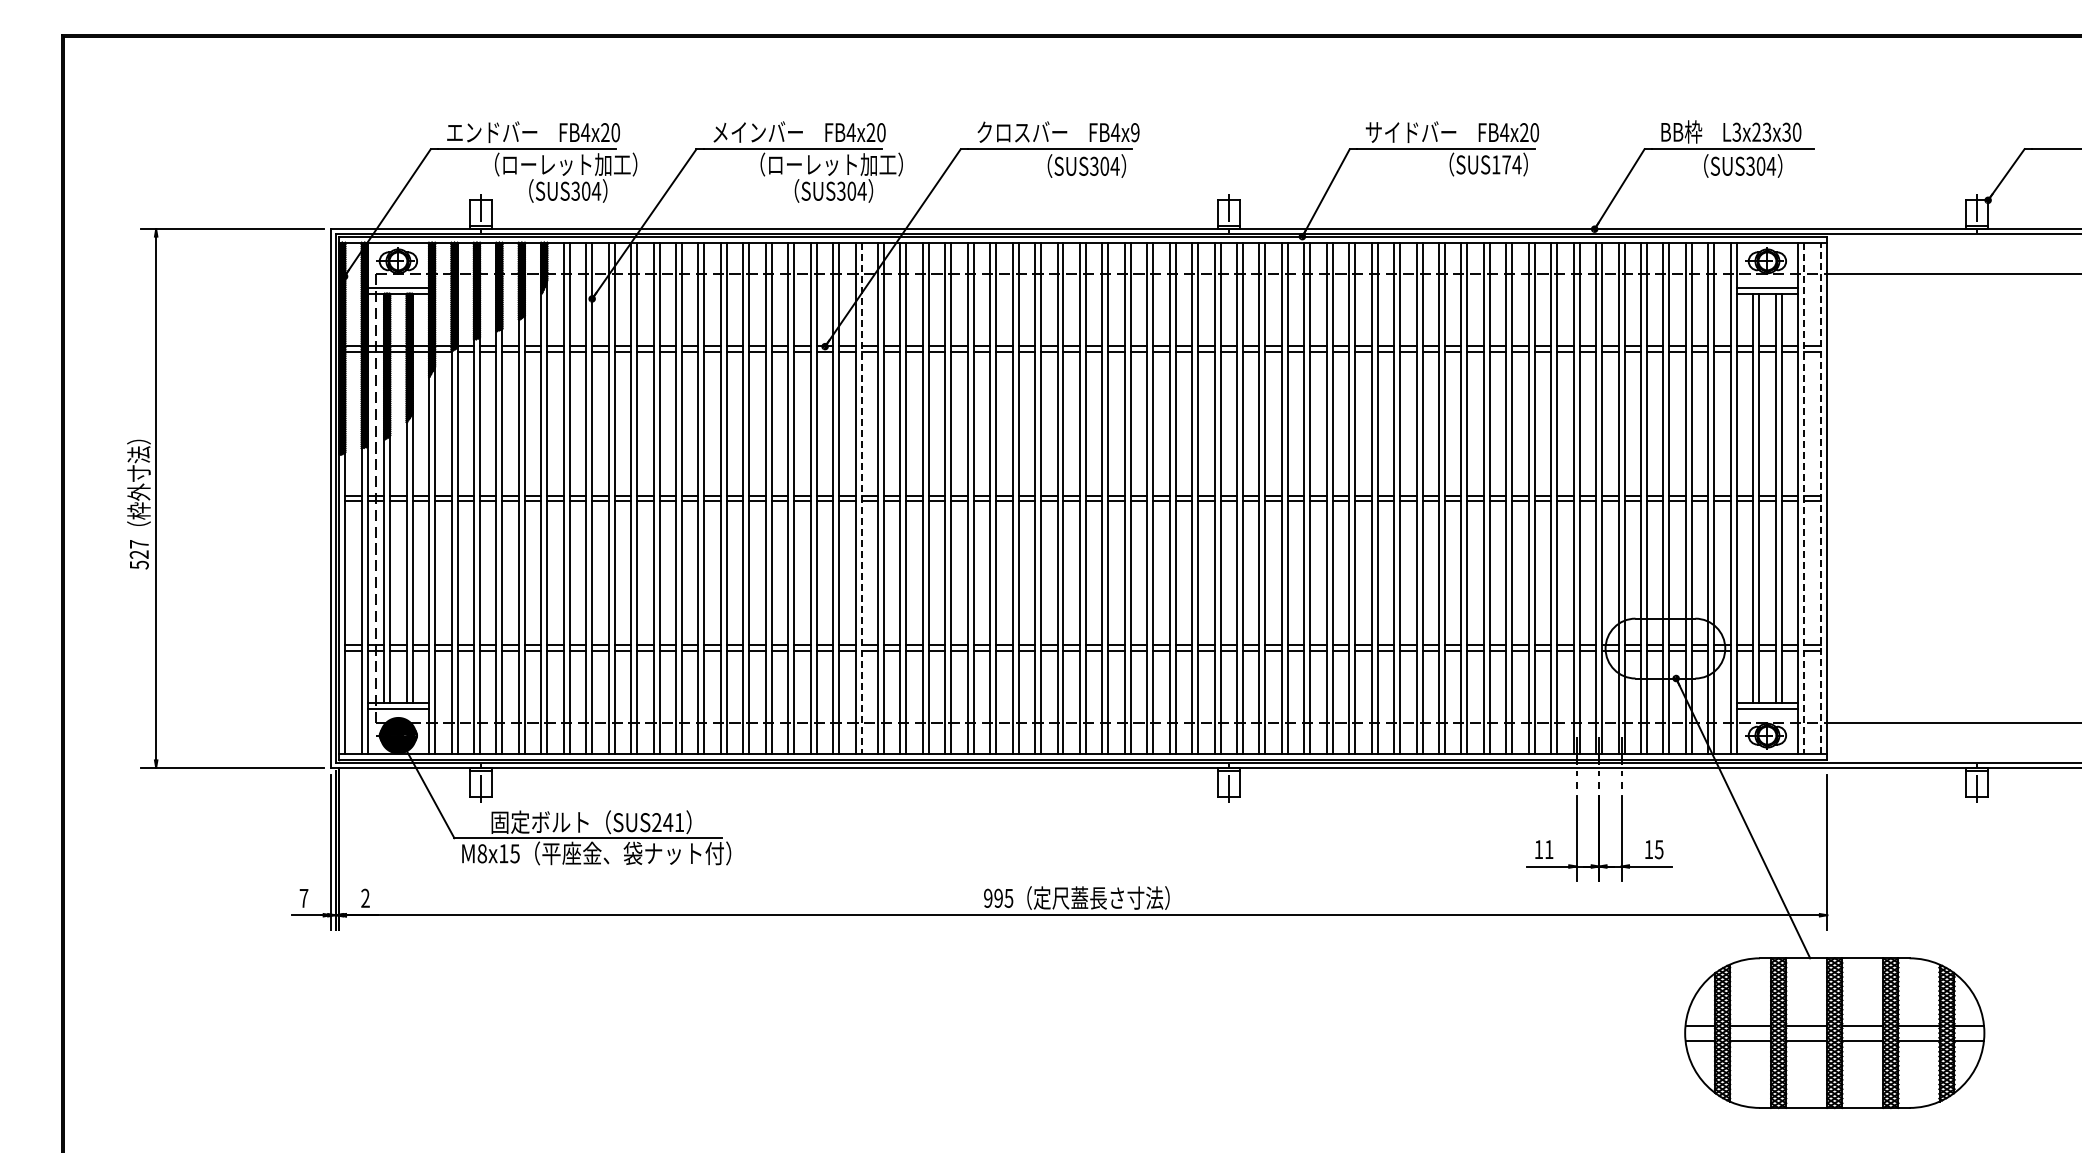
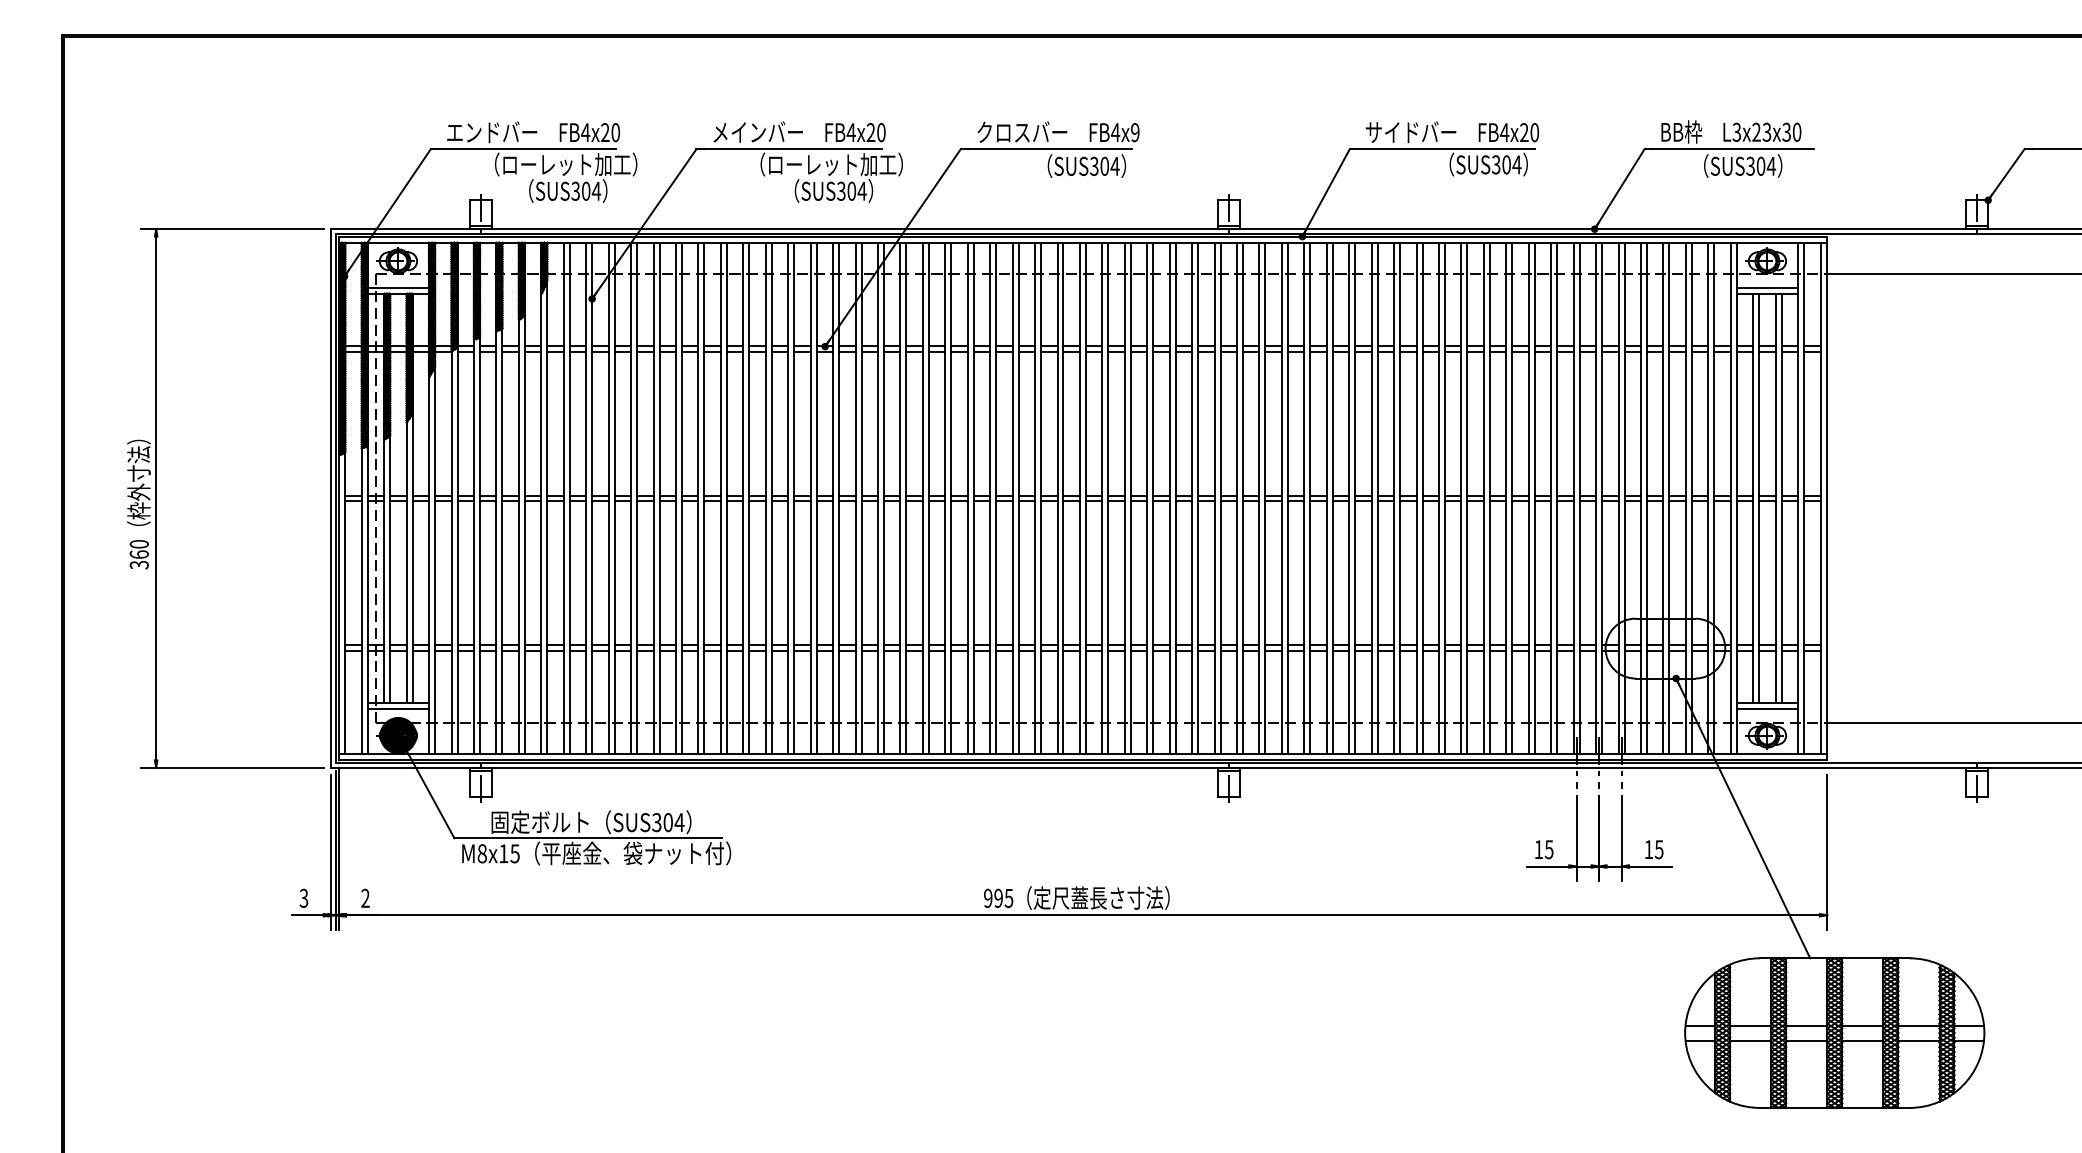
text at (1501, 164): SUS174 -> SUS304
line at (861, 498): dashed -> solid
line at (1804, 498): dashed -> solid
line at (1821, 498): dashed -> solid
text at (138, 554): 527 -> 360
text at (668, 822): SUS241 -> SUS304
text at (1548, 849): 11 -> 15
text at (303, 897): 7 -> 3
